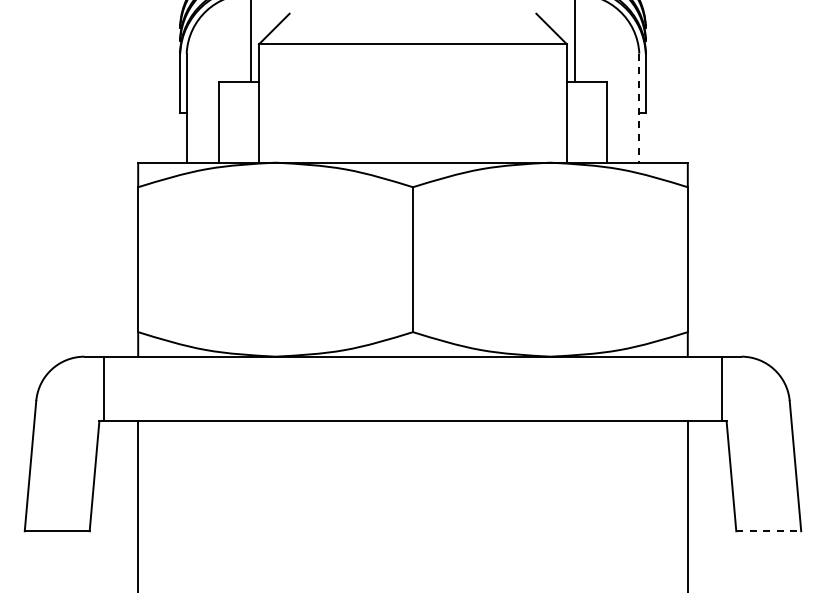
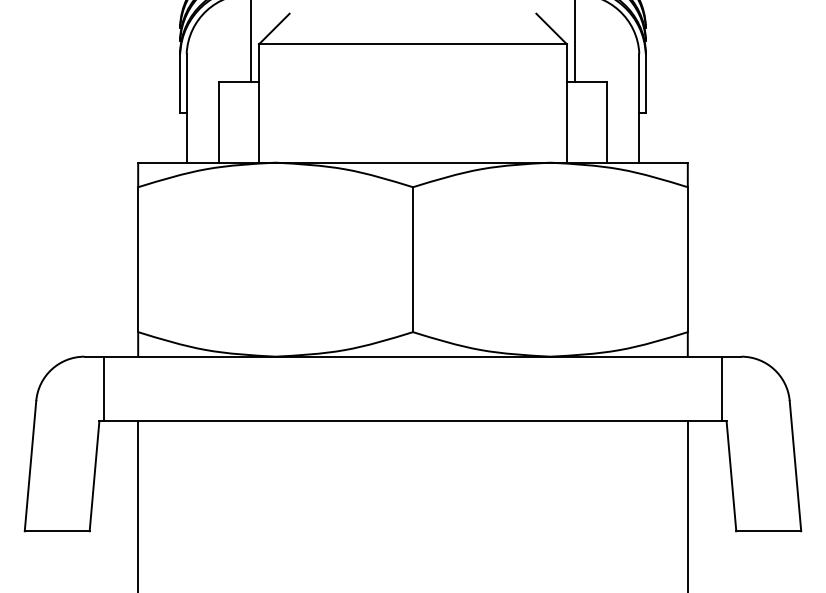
line at (639, 108): dashed -> solid
line at (769, 531): dashed -> solid
